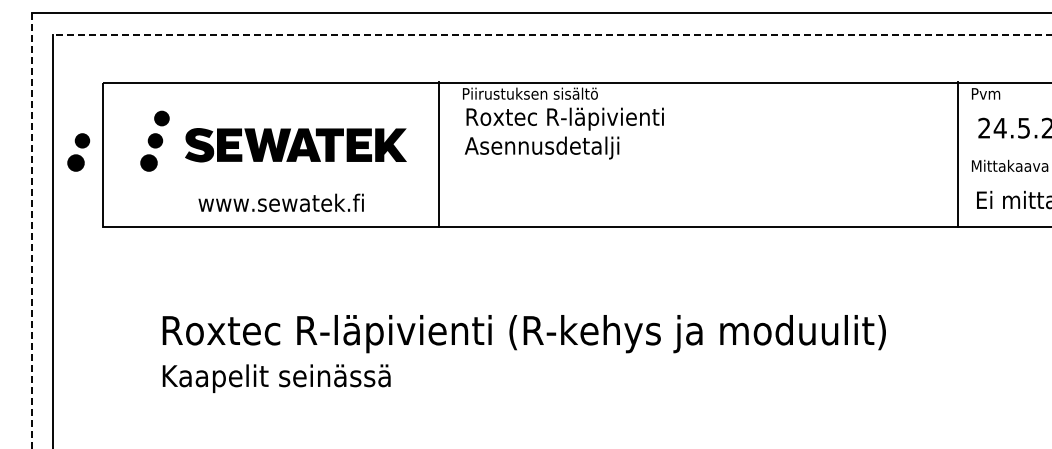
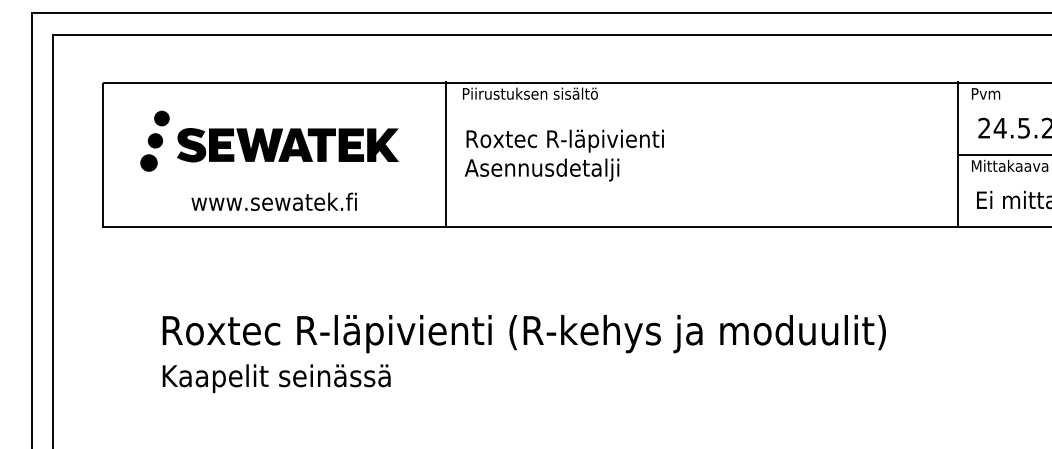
line at (552, 34): dashed -> solid
text at (563, 133) position: (563, 133) -> (563, 155)
part at (295, 145) position: (295, 145) -> (287, 145)
part at (78, 152): present -> none
line at (439, 154) position: (439, 154) -> (446, 154)
line at (1003, 154): none -> present
text at (280, 202) position: (280, 202) -> (273, 201)
line at (31, 231): dashed -> solid
